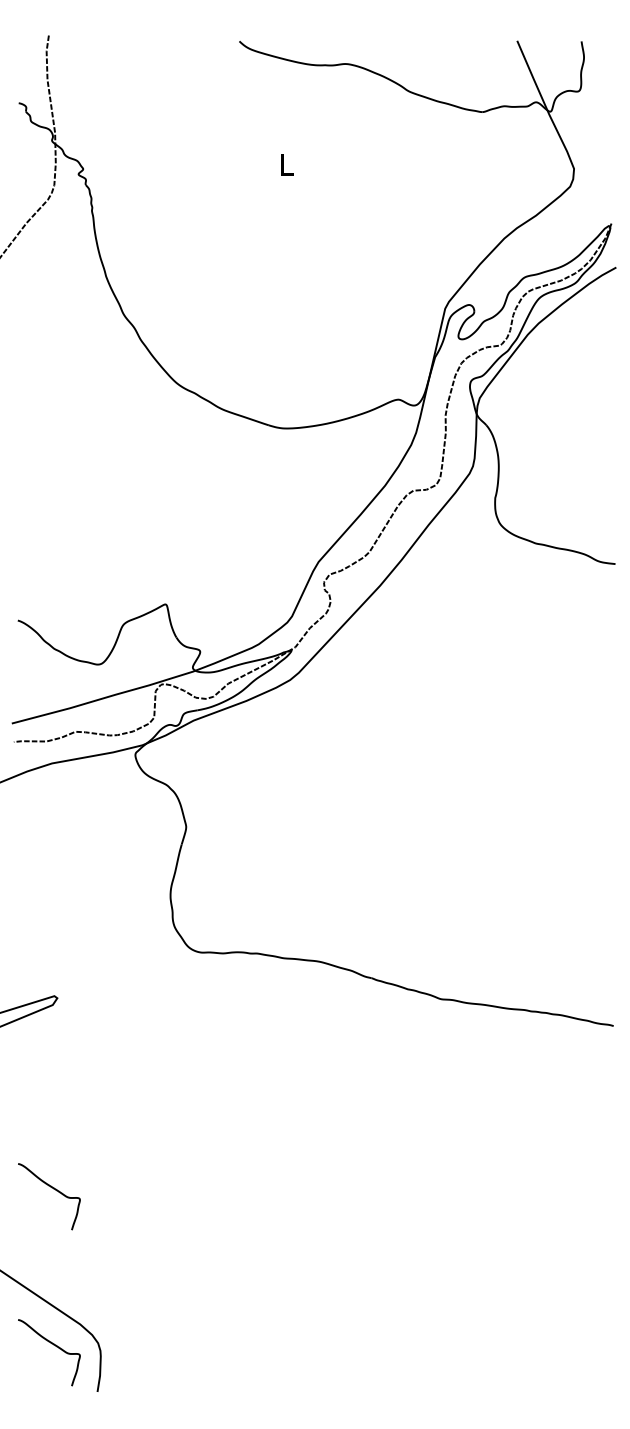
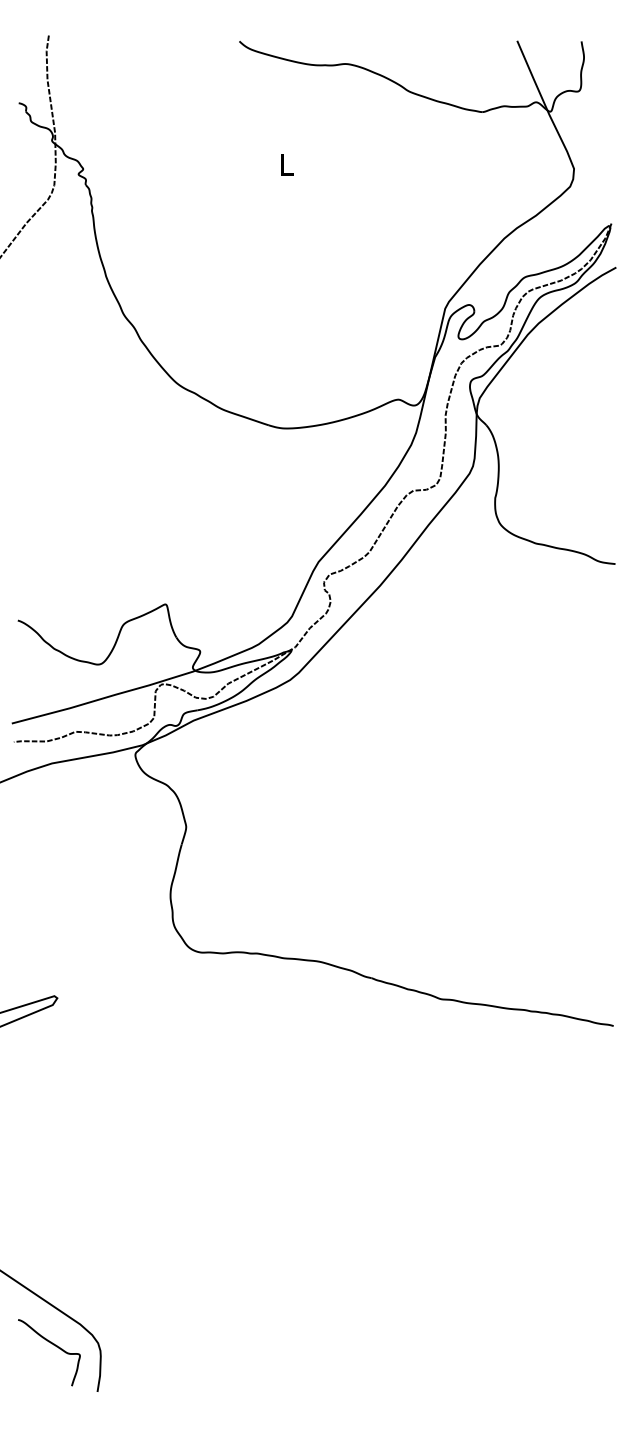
curve at (53, 1189): present -> none
